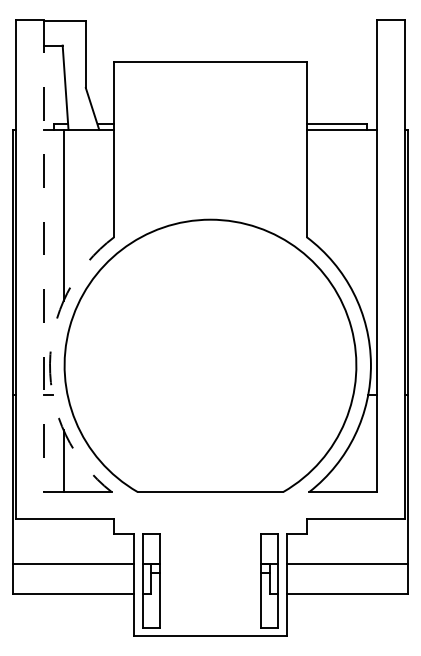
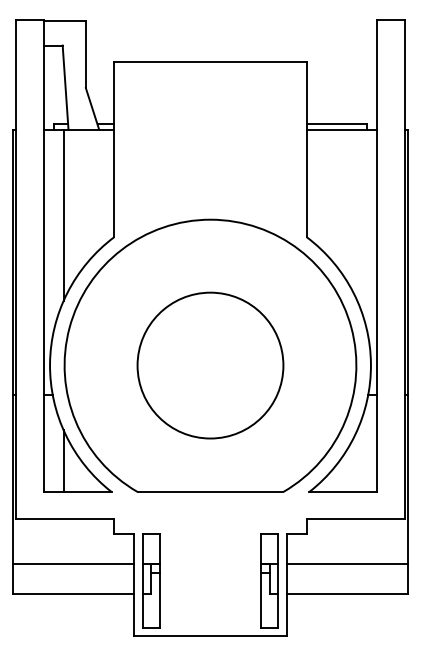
line at (44, 256): dashed -> solid
arc at (50, 363): dashed -> solid
circle at (210, 365): none -> present
